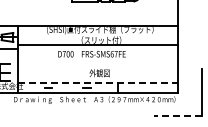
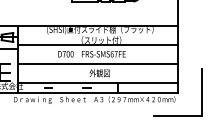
line at (97, 63): none -> present
line at (98, 82): dashed -> solid
line at (177, 116): dashed -> solid
